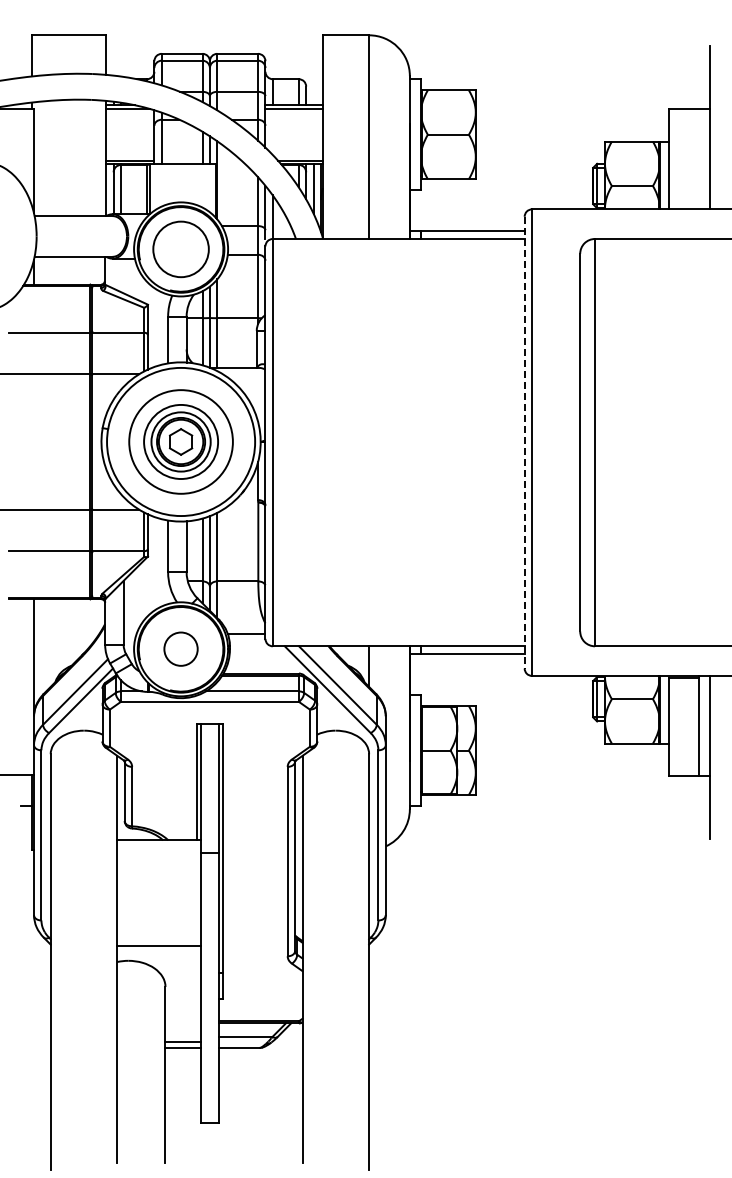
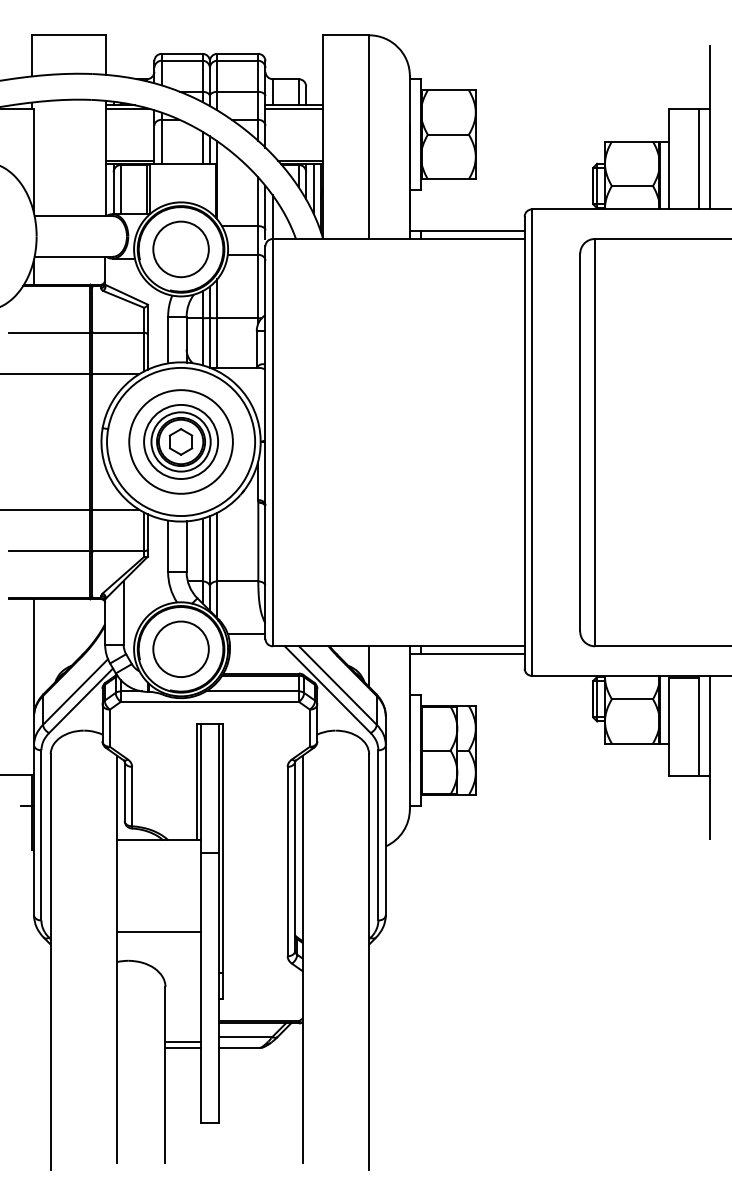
line at (698, 159): none -> present
line at (524, 442): dashed -> solid
circle at (180, 648) size: 36x36 px -> 58x58 px
line at (158, 946) position: (158, 946) -> (158, 932)
